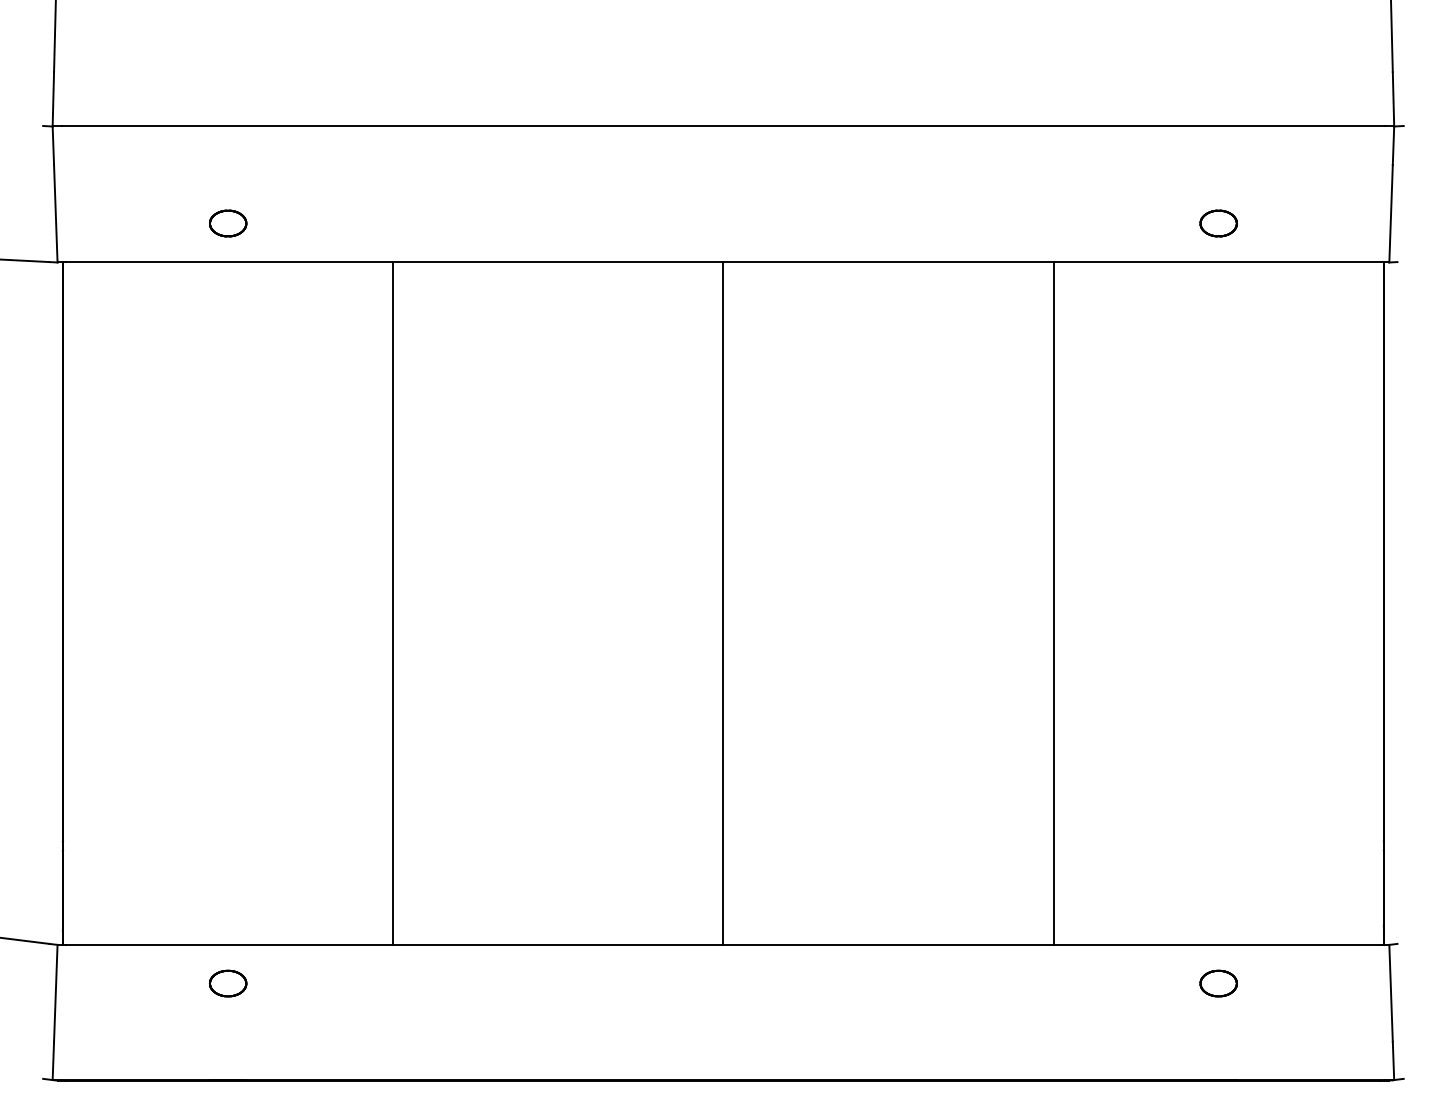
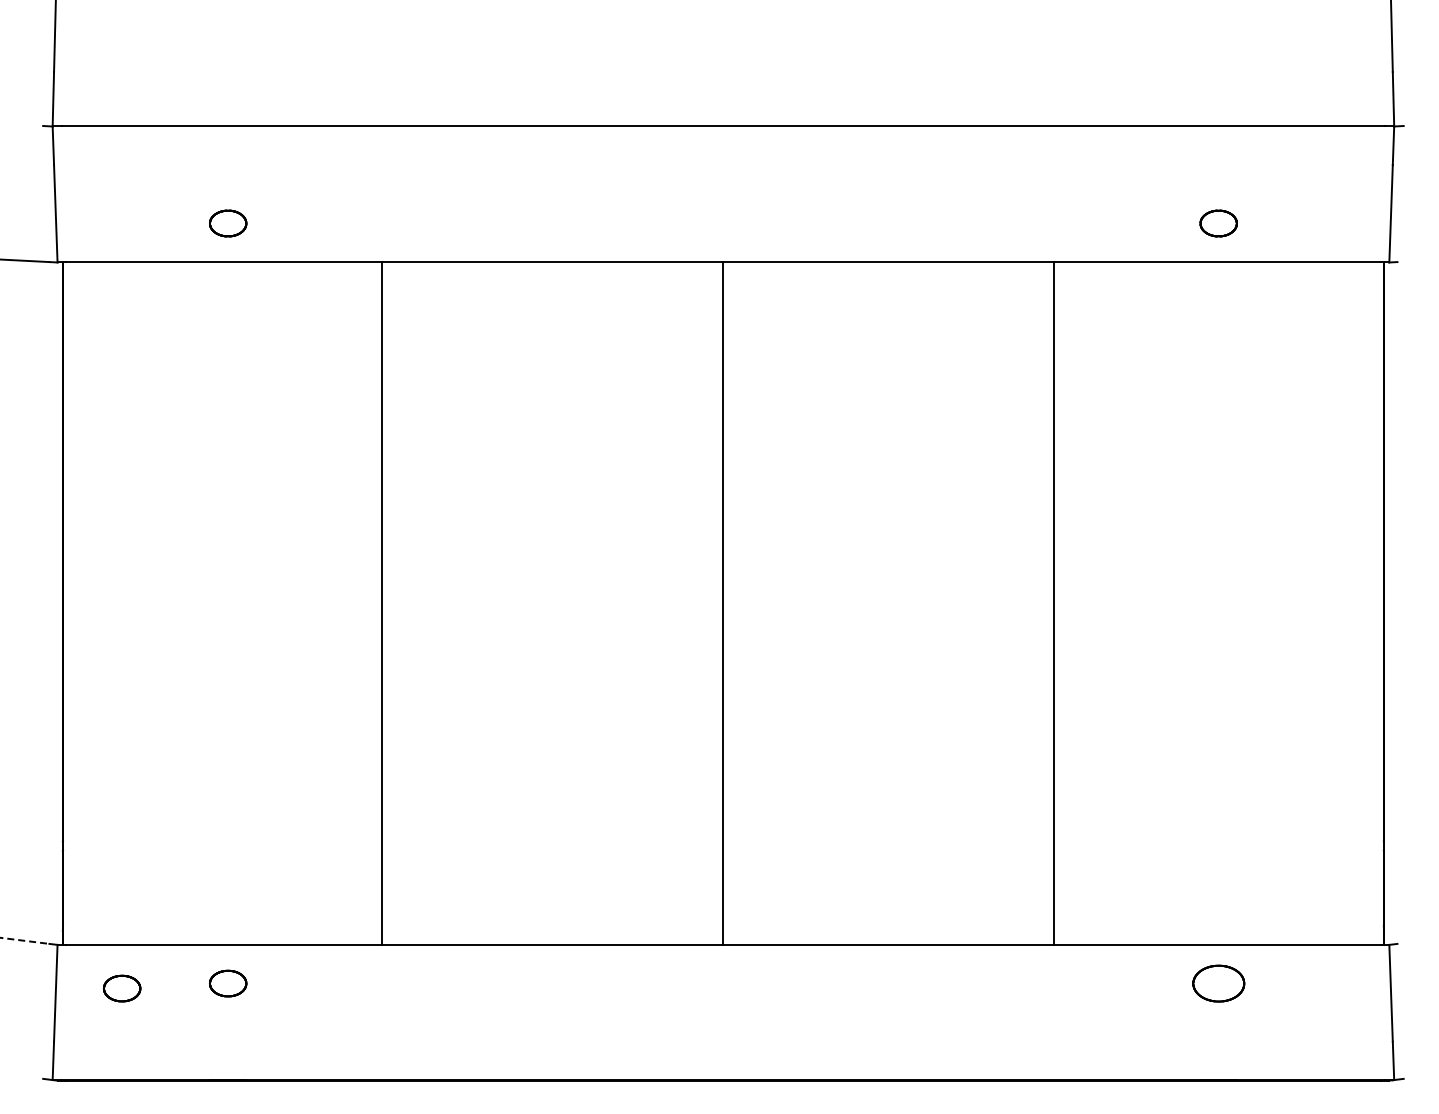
line at (393, 603) position: (393, 603) -> (382, 603)
line at (25, 940): solid -> dashed
part at (1218, 983) size: 39x29 px -> 54x39 px
part at (122, 988): none -> present
